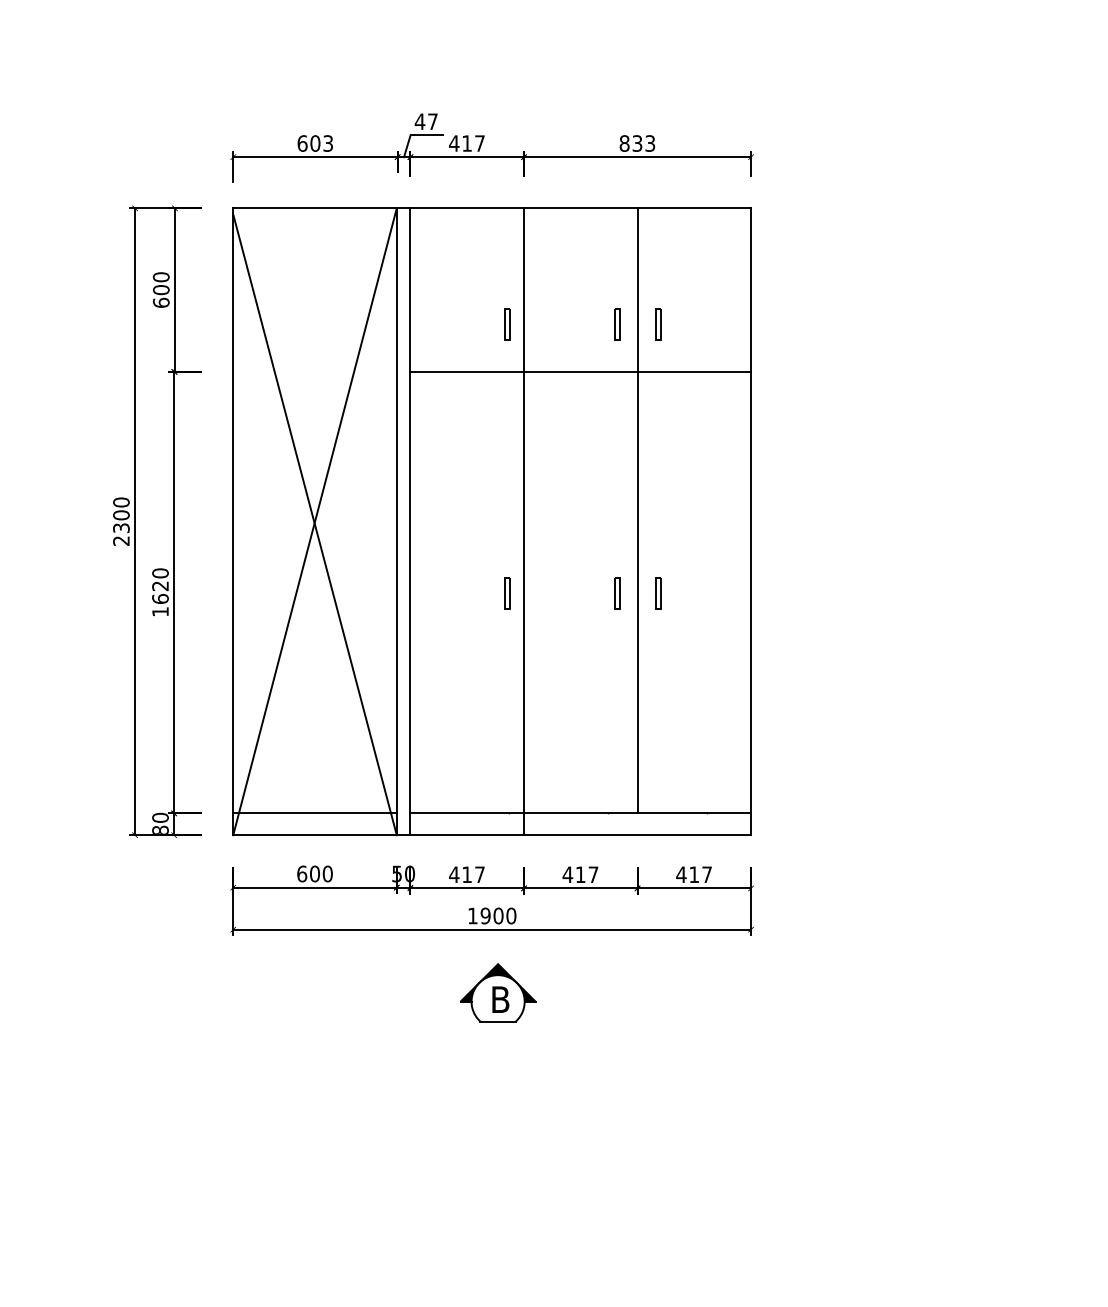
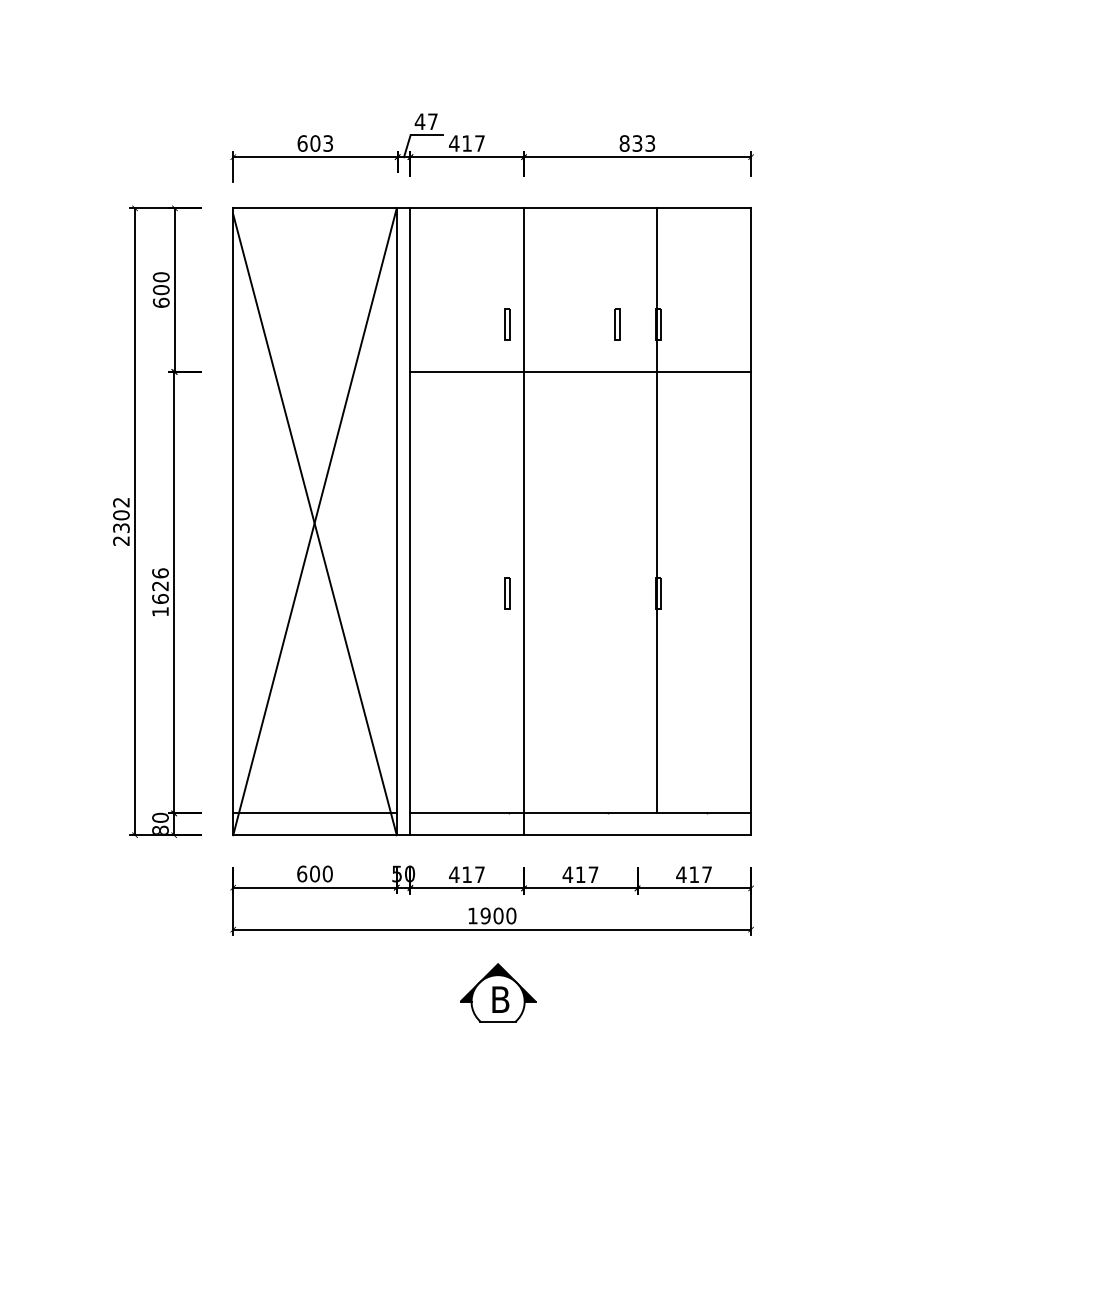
text at (121, 502): 2300 -> 2302
line at (637, 510) position: (637, 510) -> (656, 510)
text at (160, 573): 1620 -> 1626
part at (617, 593): present -> none
